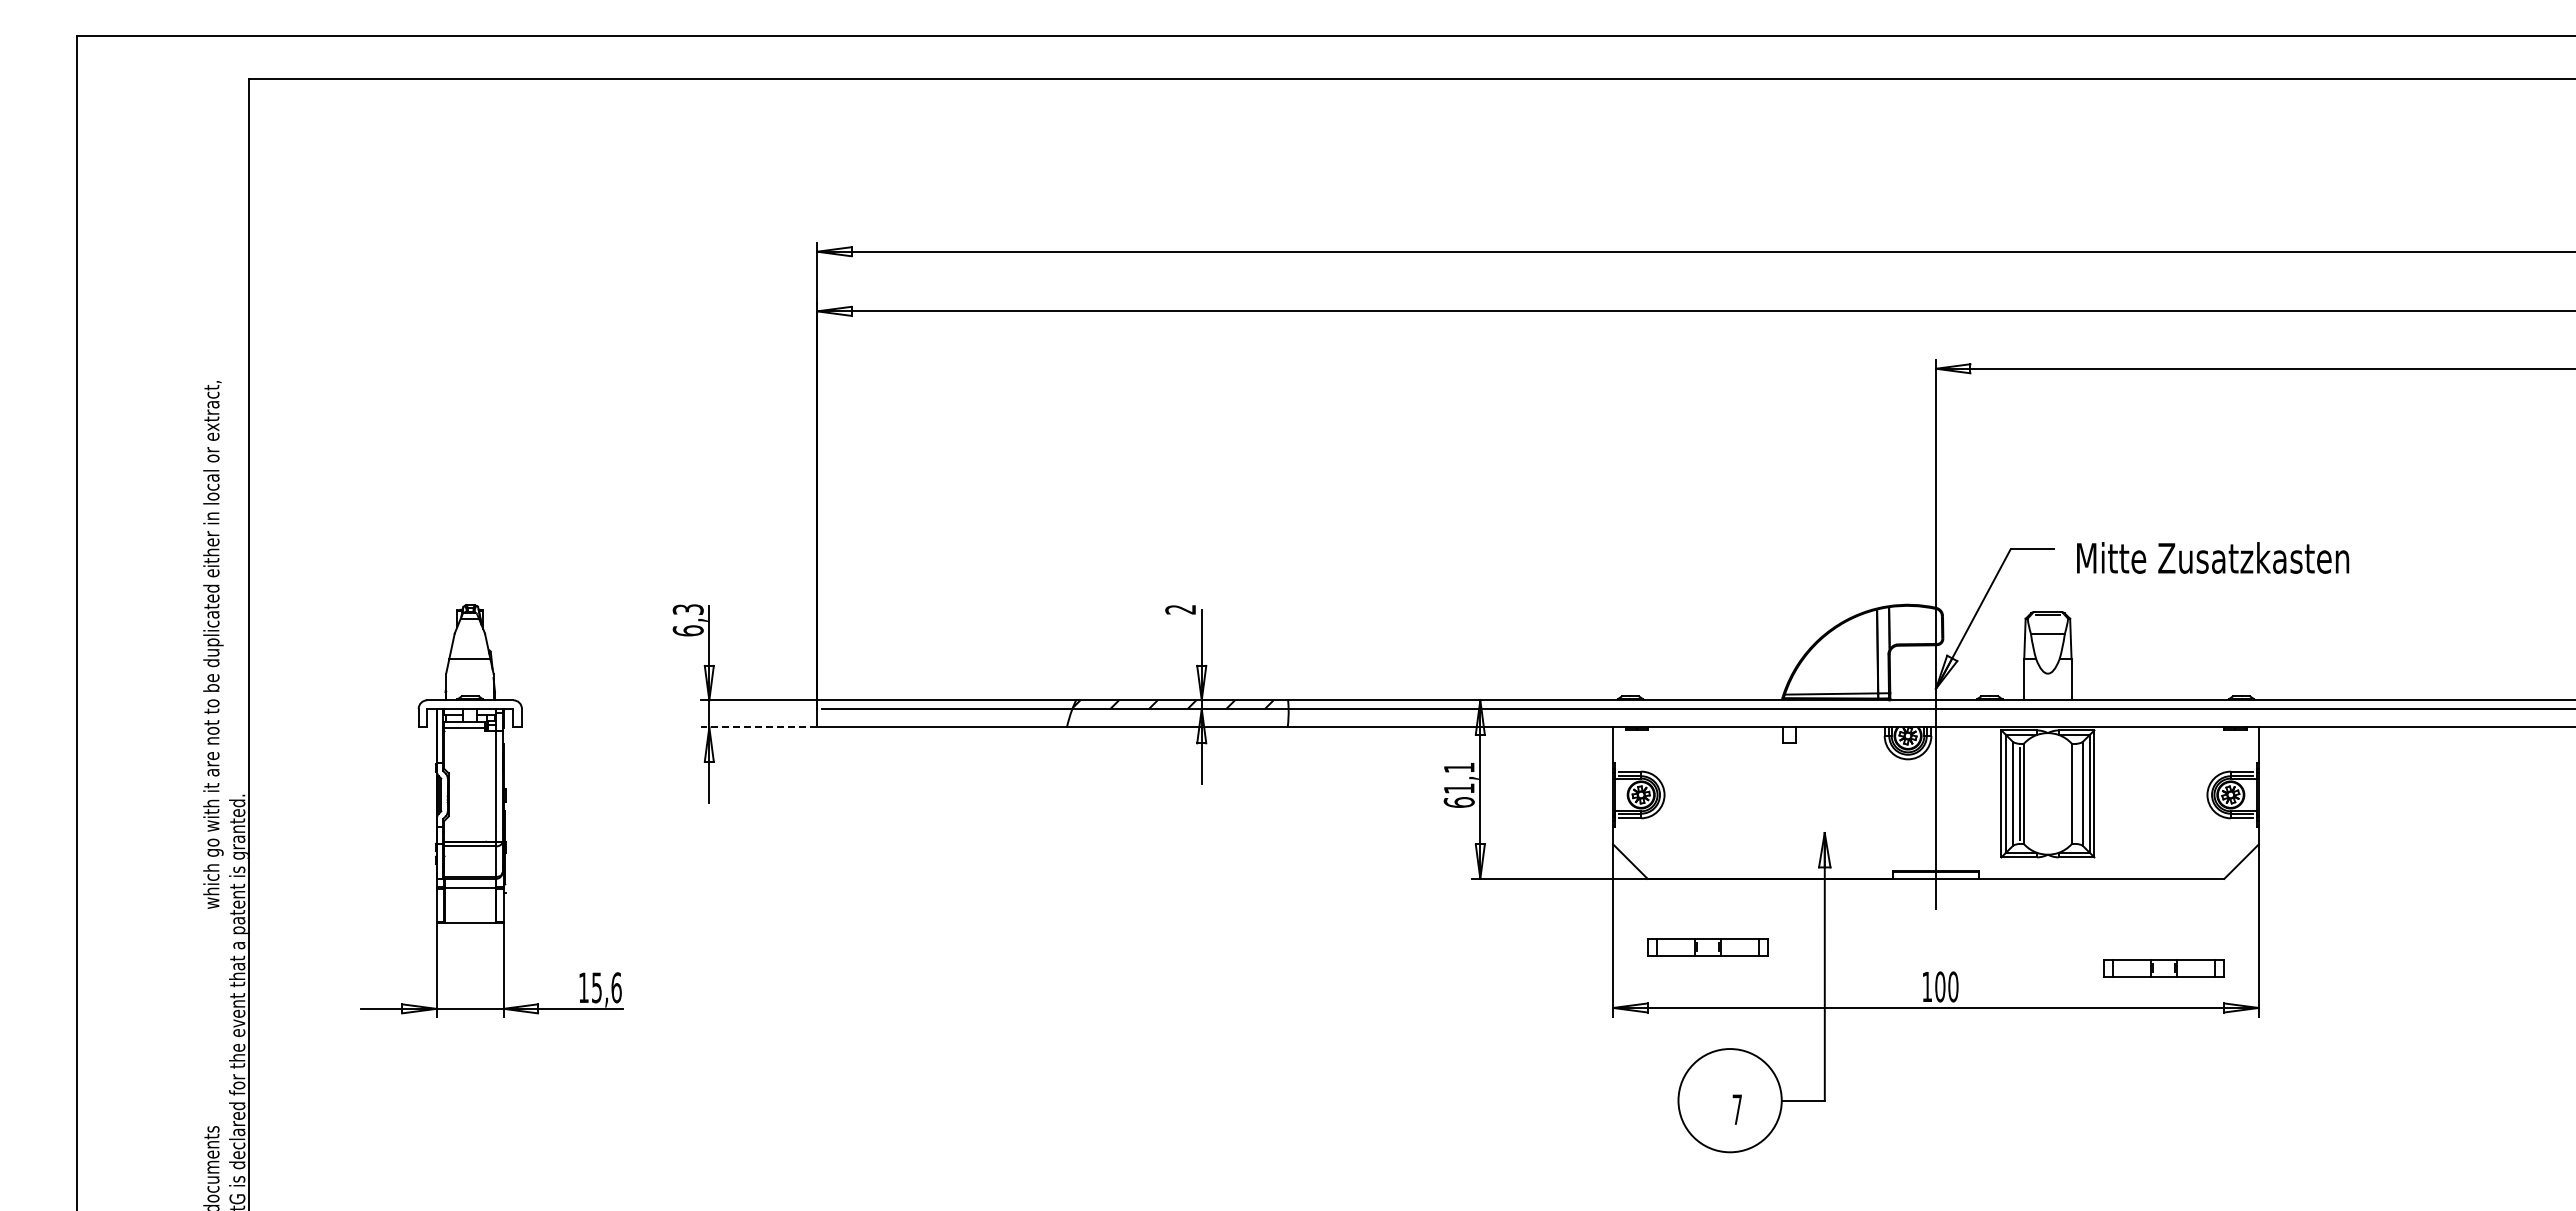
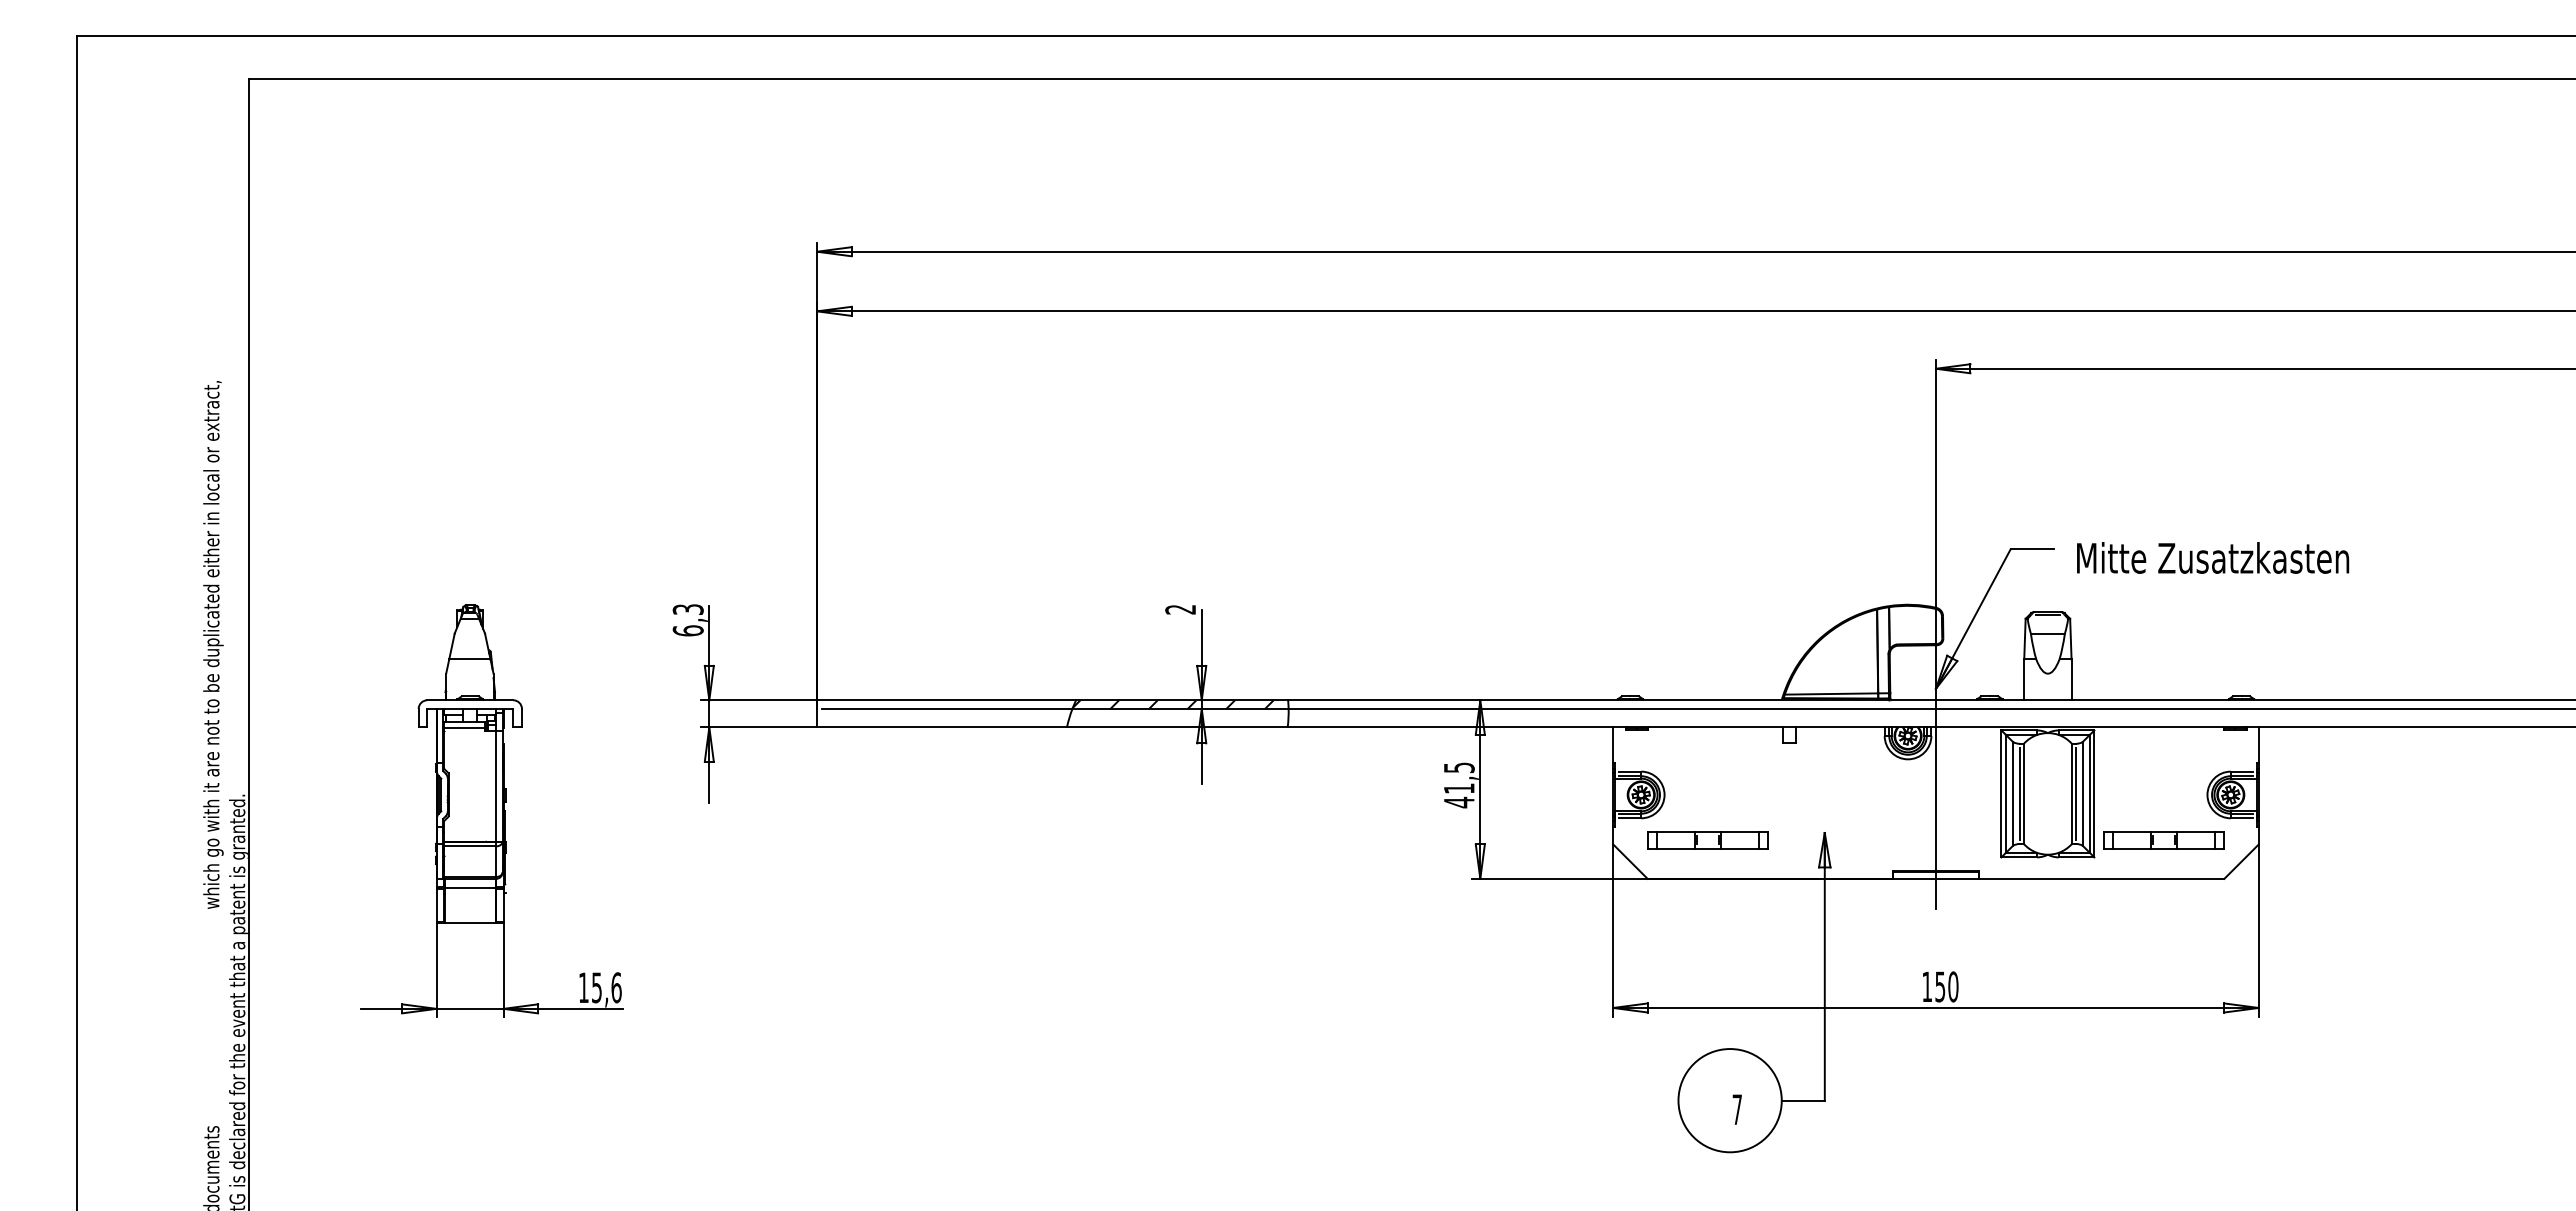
line at (758, 727): dashed -> solid
text at (1458, 785): 61,1 -> 41,5
line at (2075, 793): none -> present
part at (1707, 947) position: (1707, 947) -> (1707, 840)
part at (2163, 968) position: (2163, 968) -> (2163, 840)
text at (1940, 986): 100 -> 150
